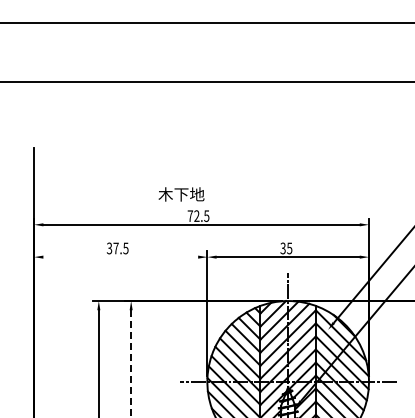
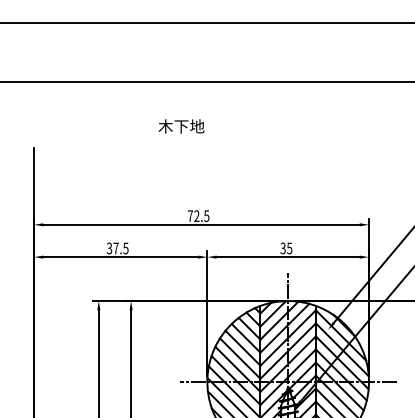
text at (181, 194) position: (181, 194) -> (181, 126)
line at (120, 257): none -> present
line at (131, 364): dashed -> solid
